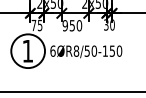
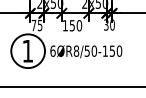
text at (64, 25): 950 -> 150
line at (72, 92) position: (72, 92) -> (72, 87)
